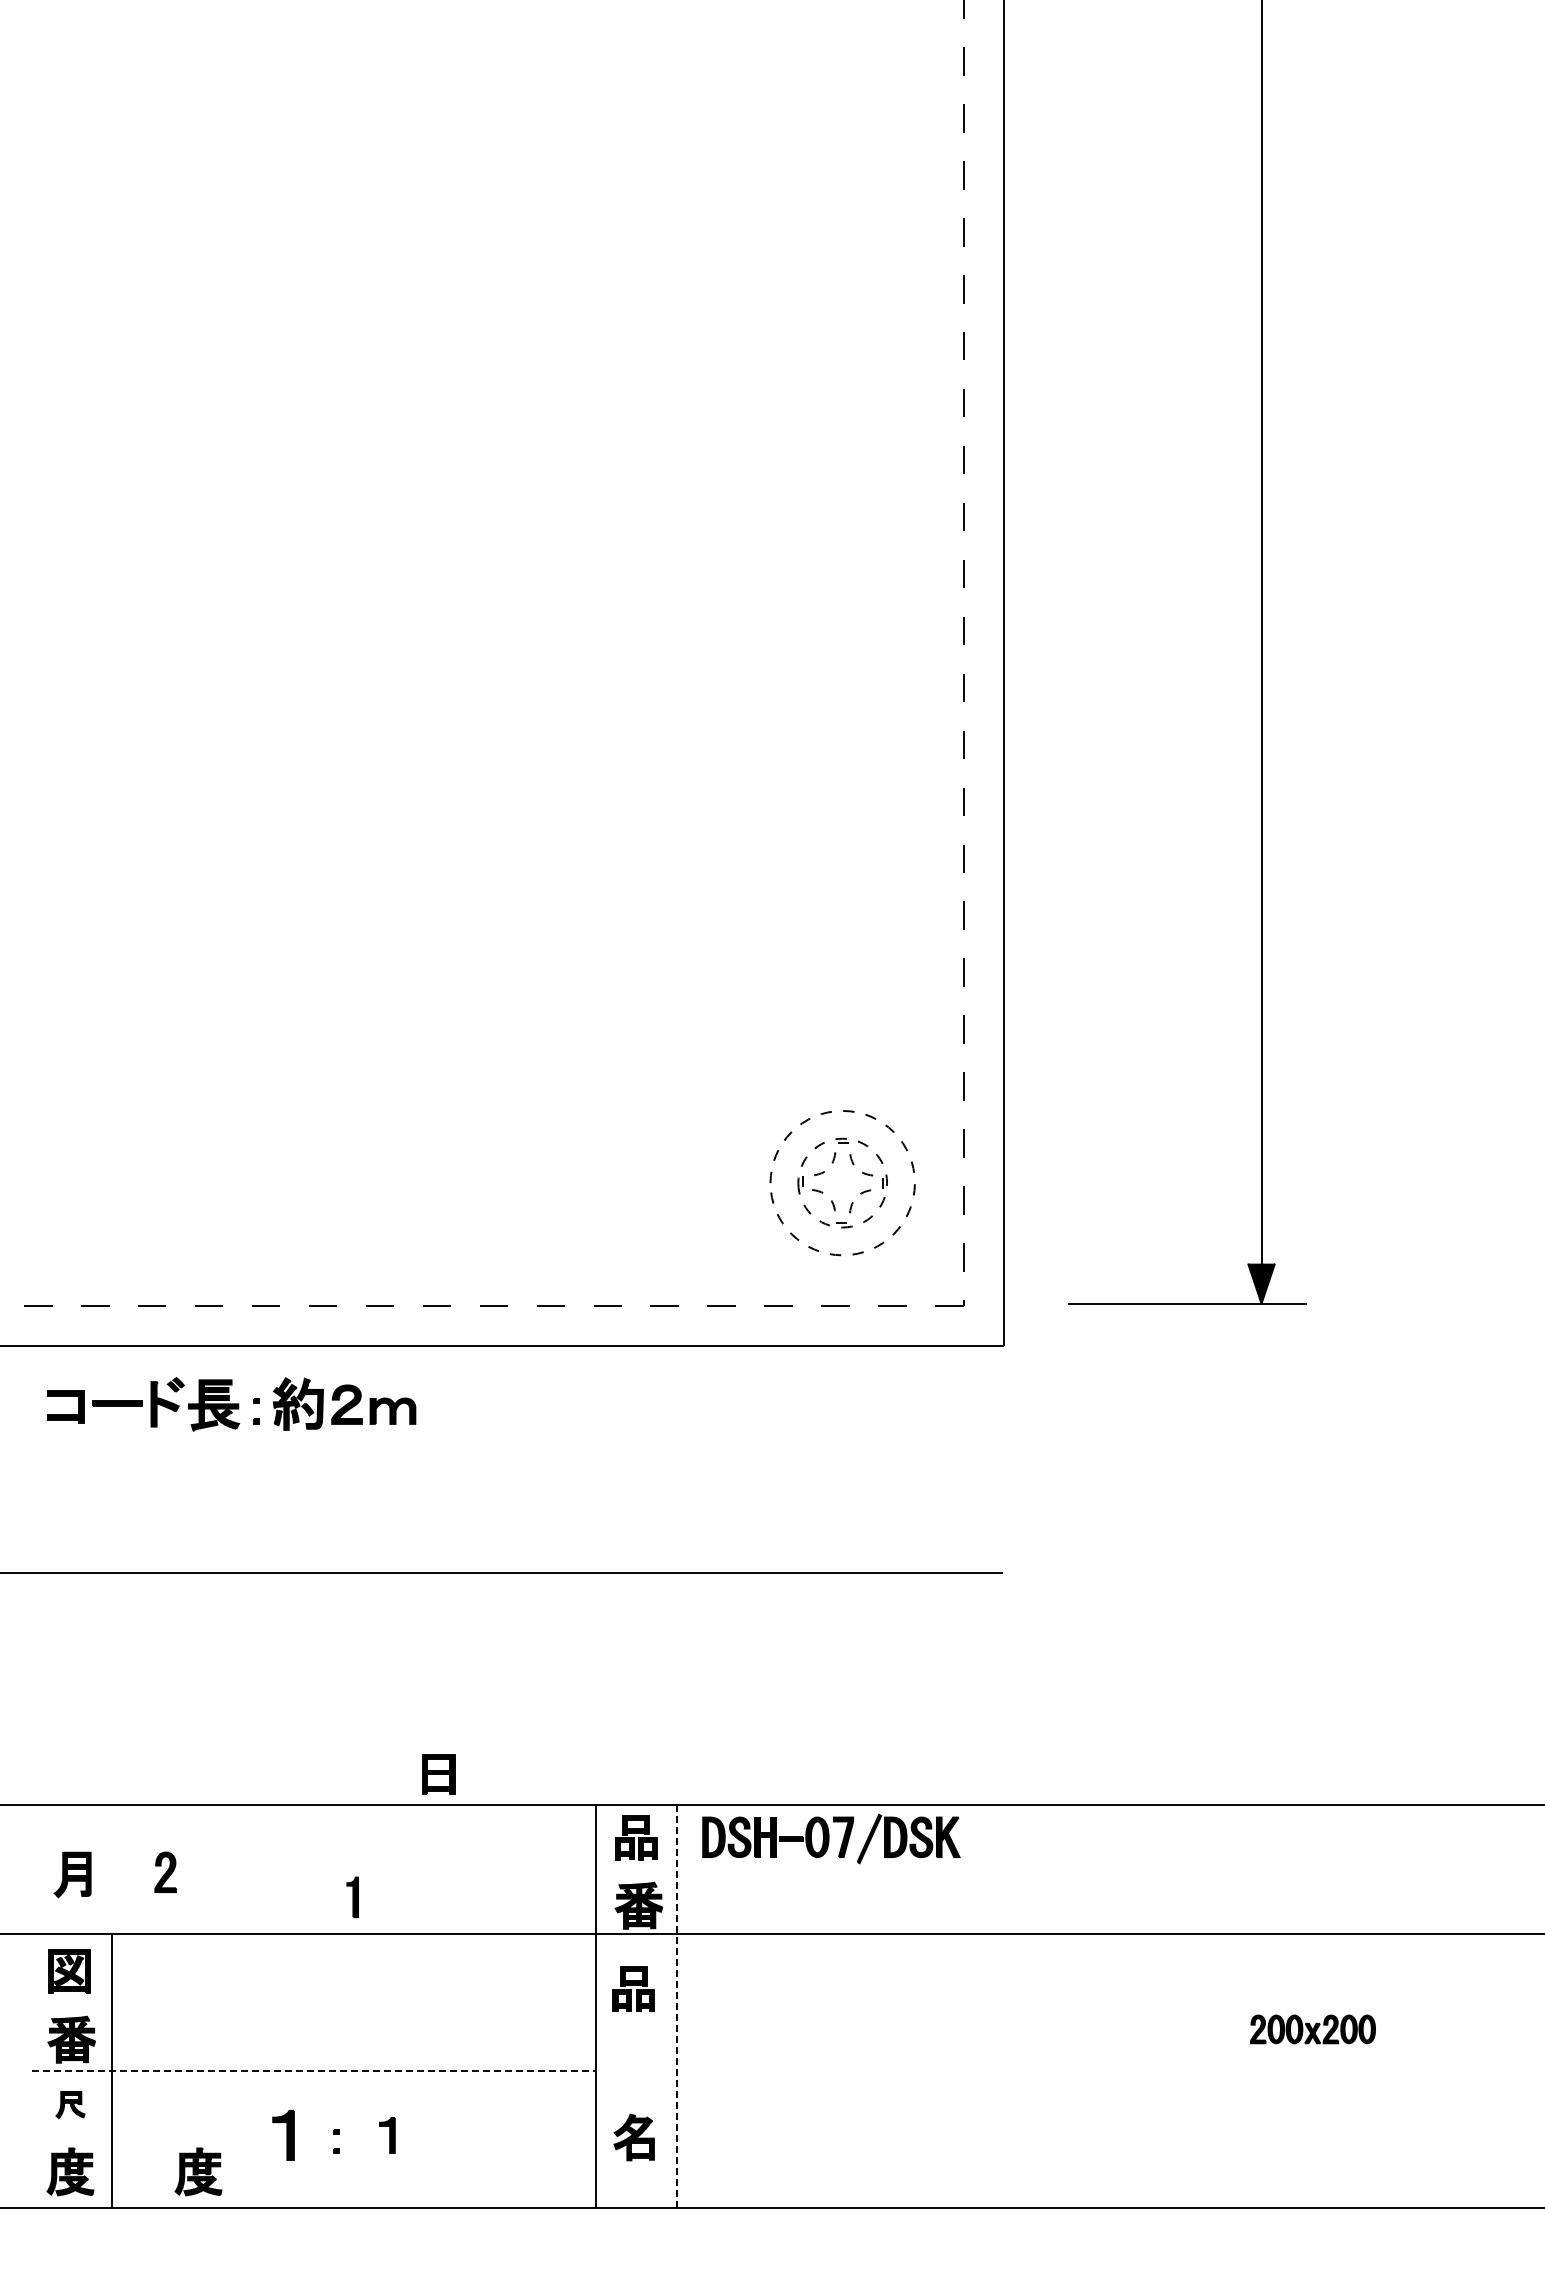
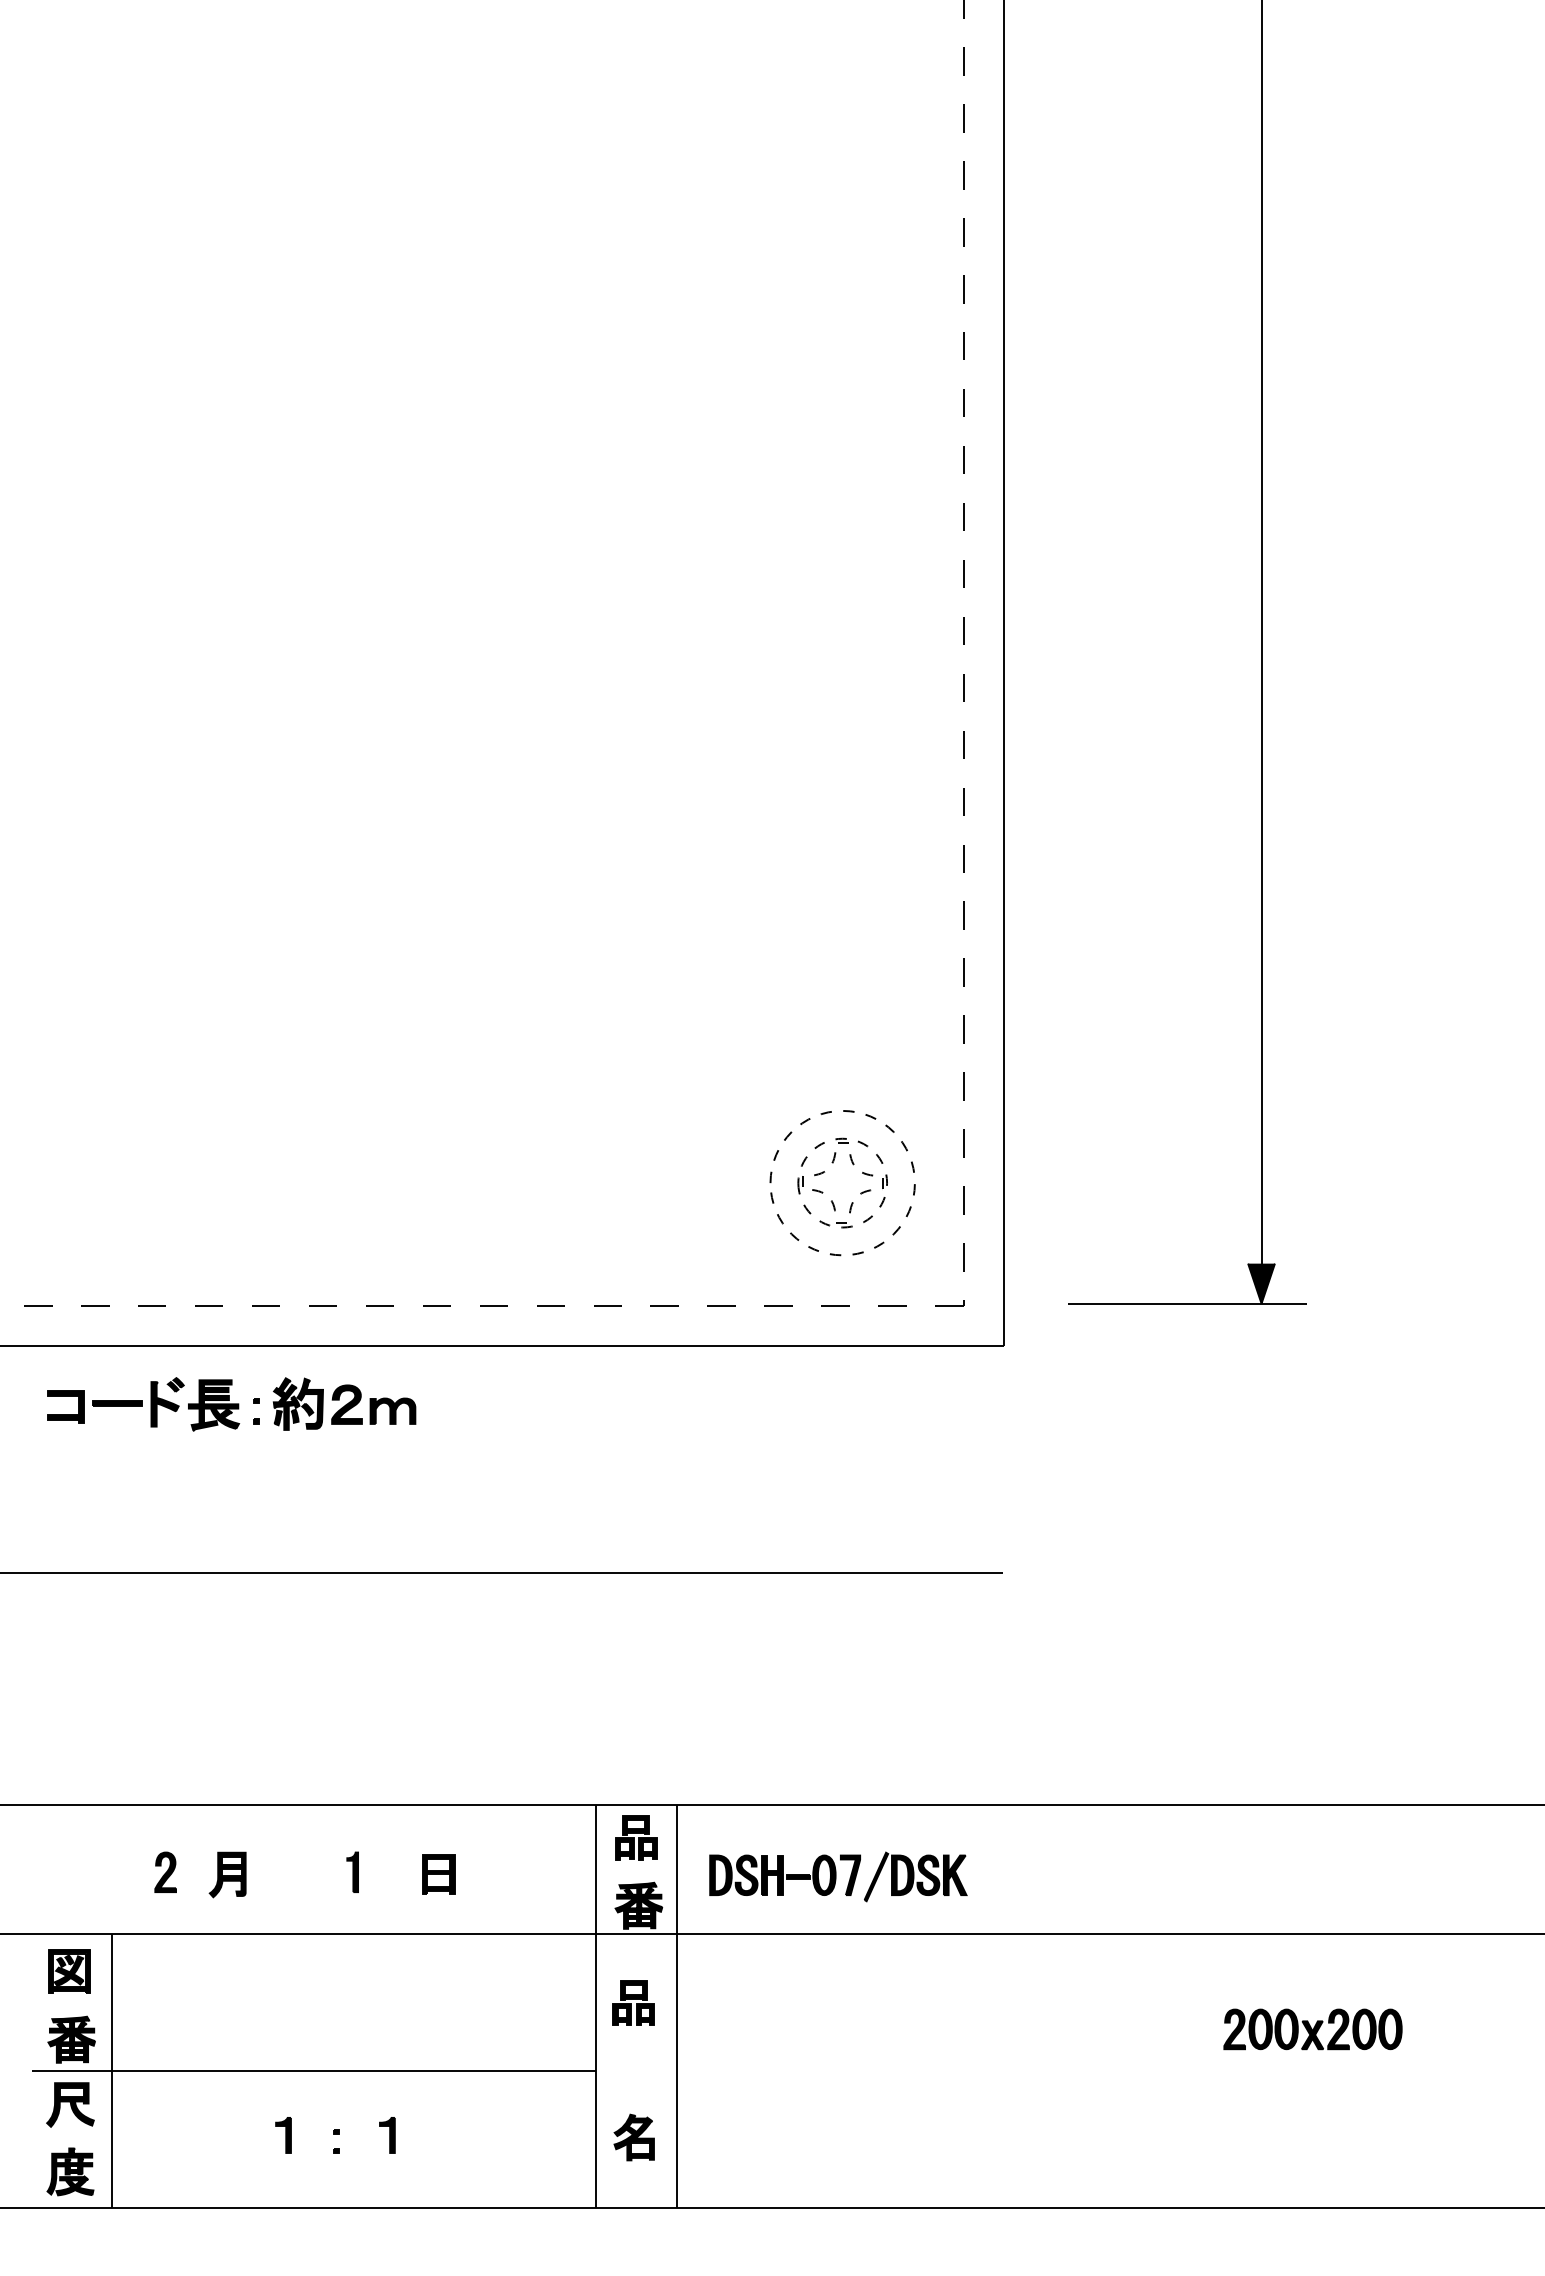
part at (438, 1774) position: (438, 1774) -> (438, 1874)
part at (831, 1838) position: (831, 1838) -> (838, 1876)
part at (72, 1874) position: (72, 1874) -> (227, 1874)
part at (352, 1896) position: (352, 1896) -> (352, 1871)
part at (633, 1988) position: (633, 1988) -> (633, 2002)
line at (676, 2006): dashed -> solid
part at (1312, 2029) size: 126x31 px -> 180x43 px
line at (314, 2071): dashed -> solid
part at (70, 2105) size: 31x29 px -> 49x46 px
part at (283, 2135) size: 23x51 px -> 17x37 px
part at (198, 2171): present -> none
